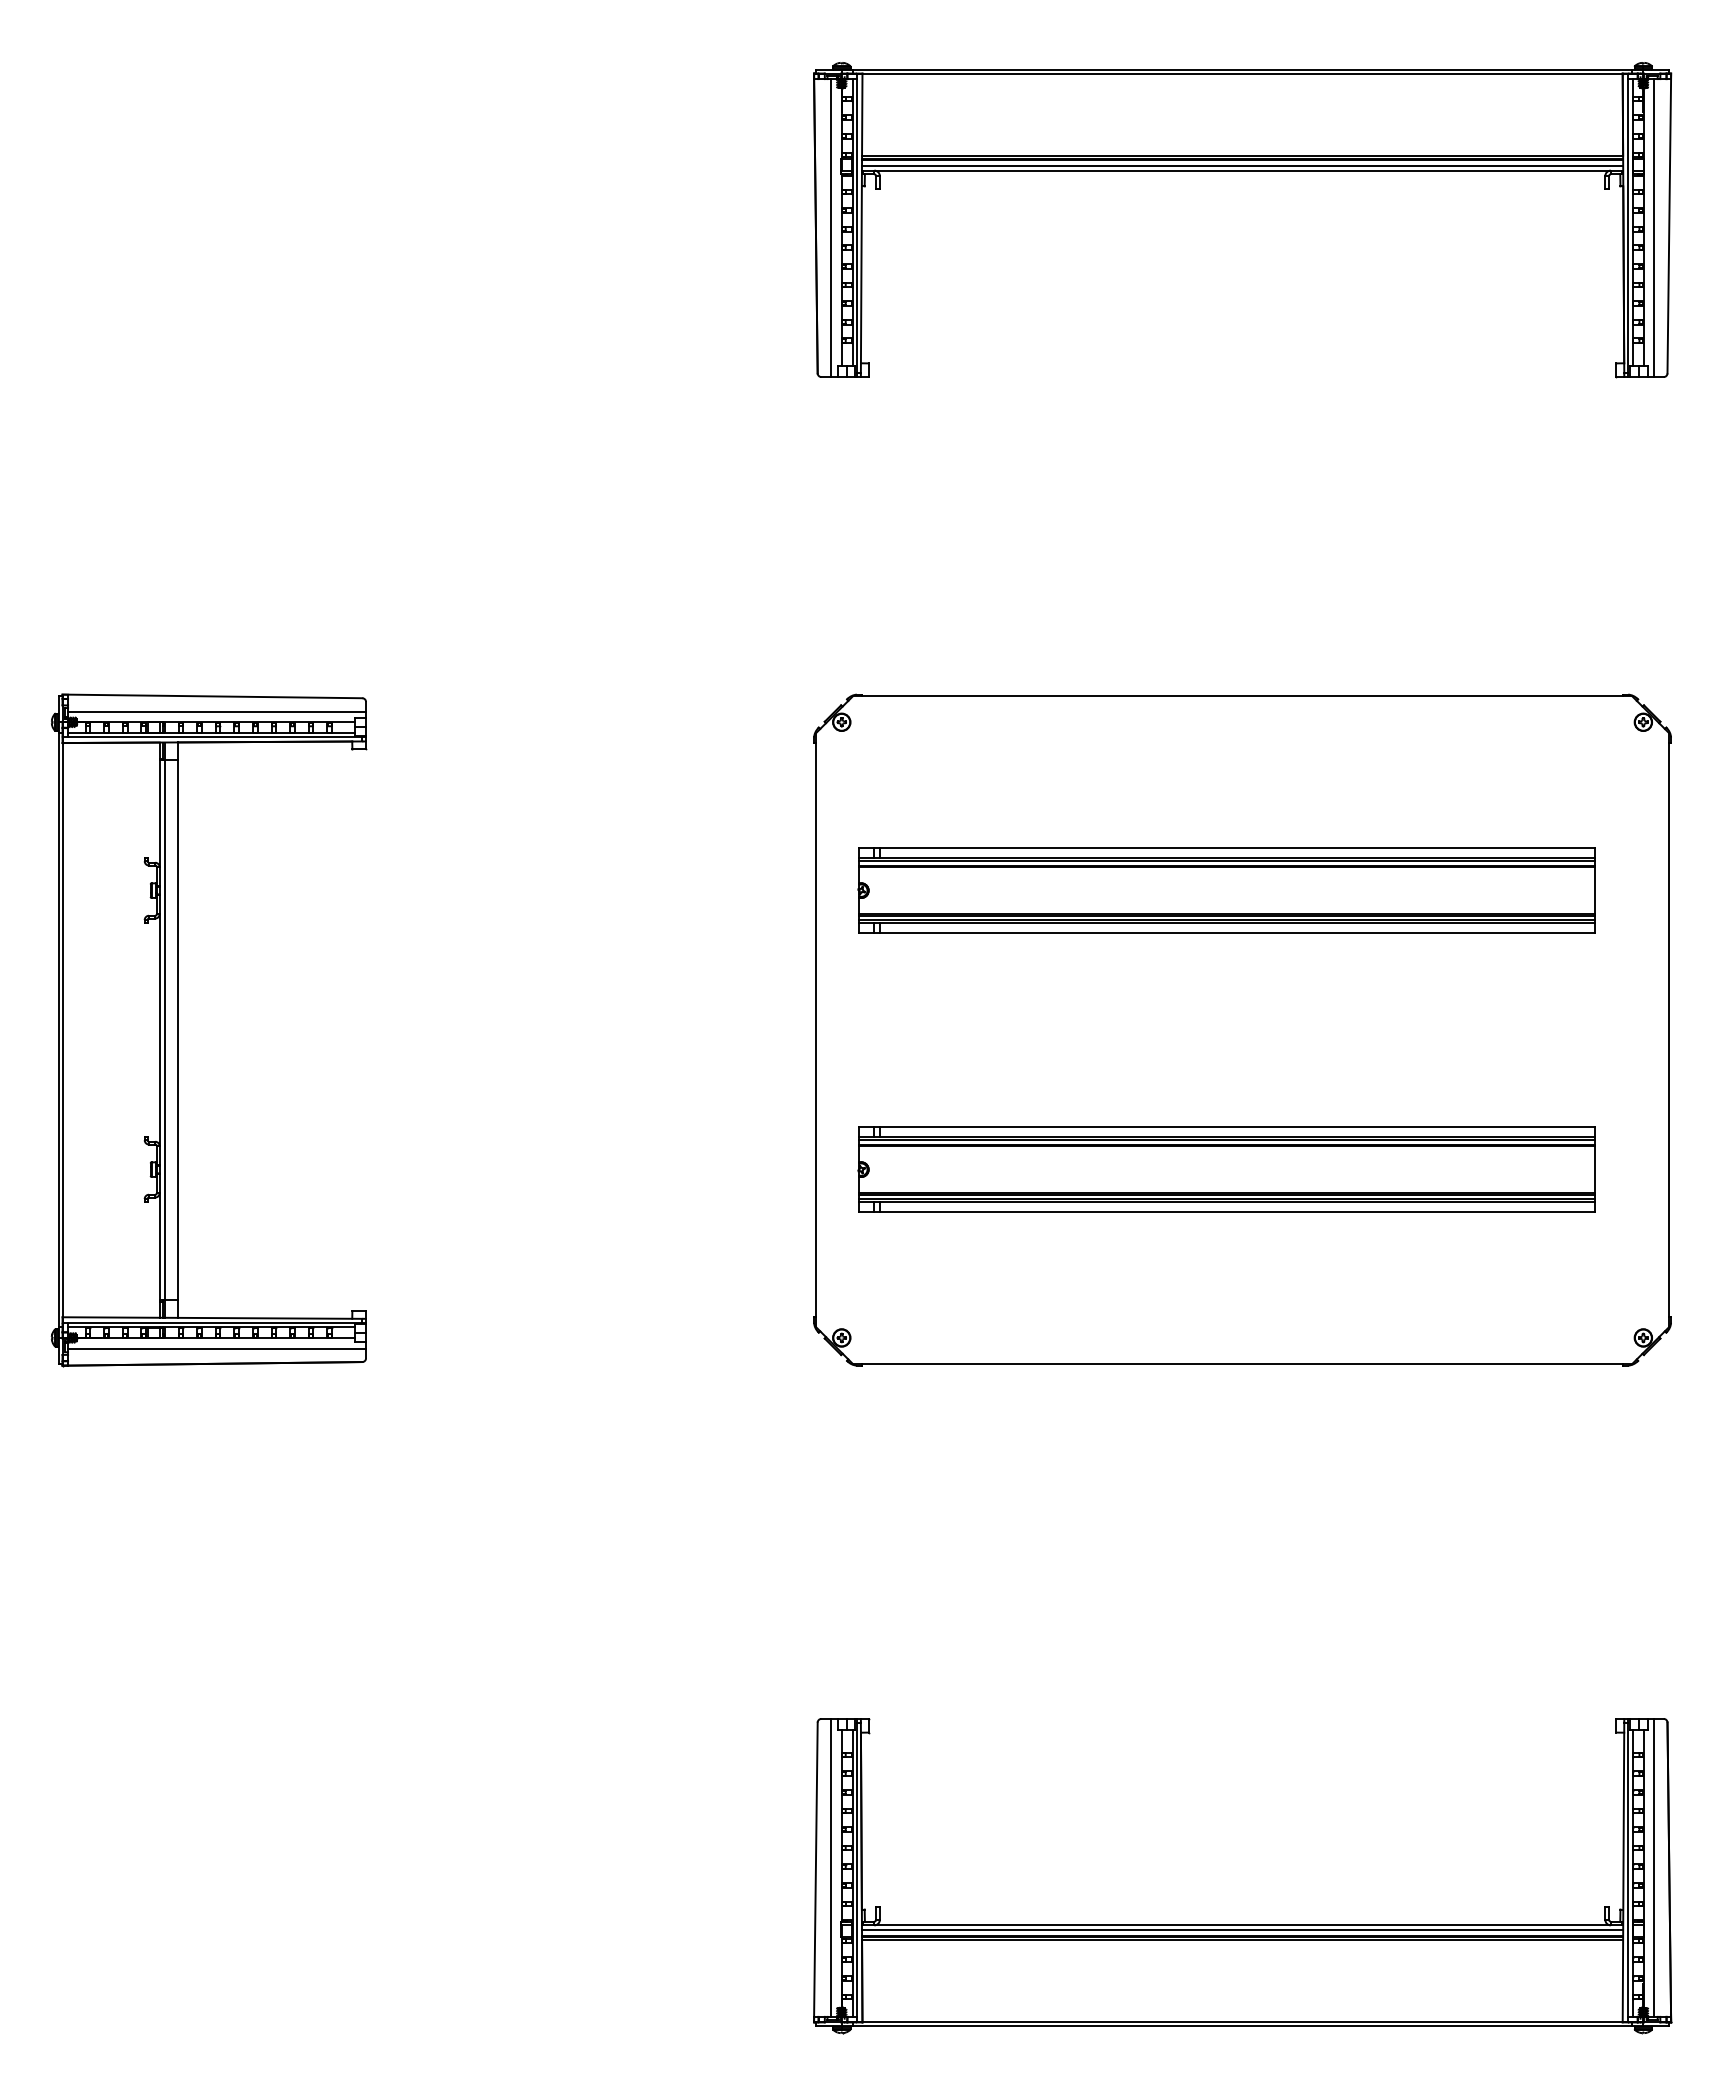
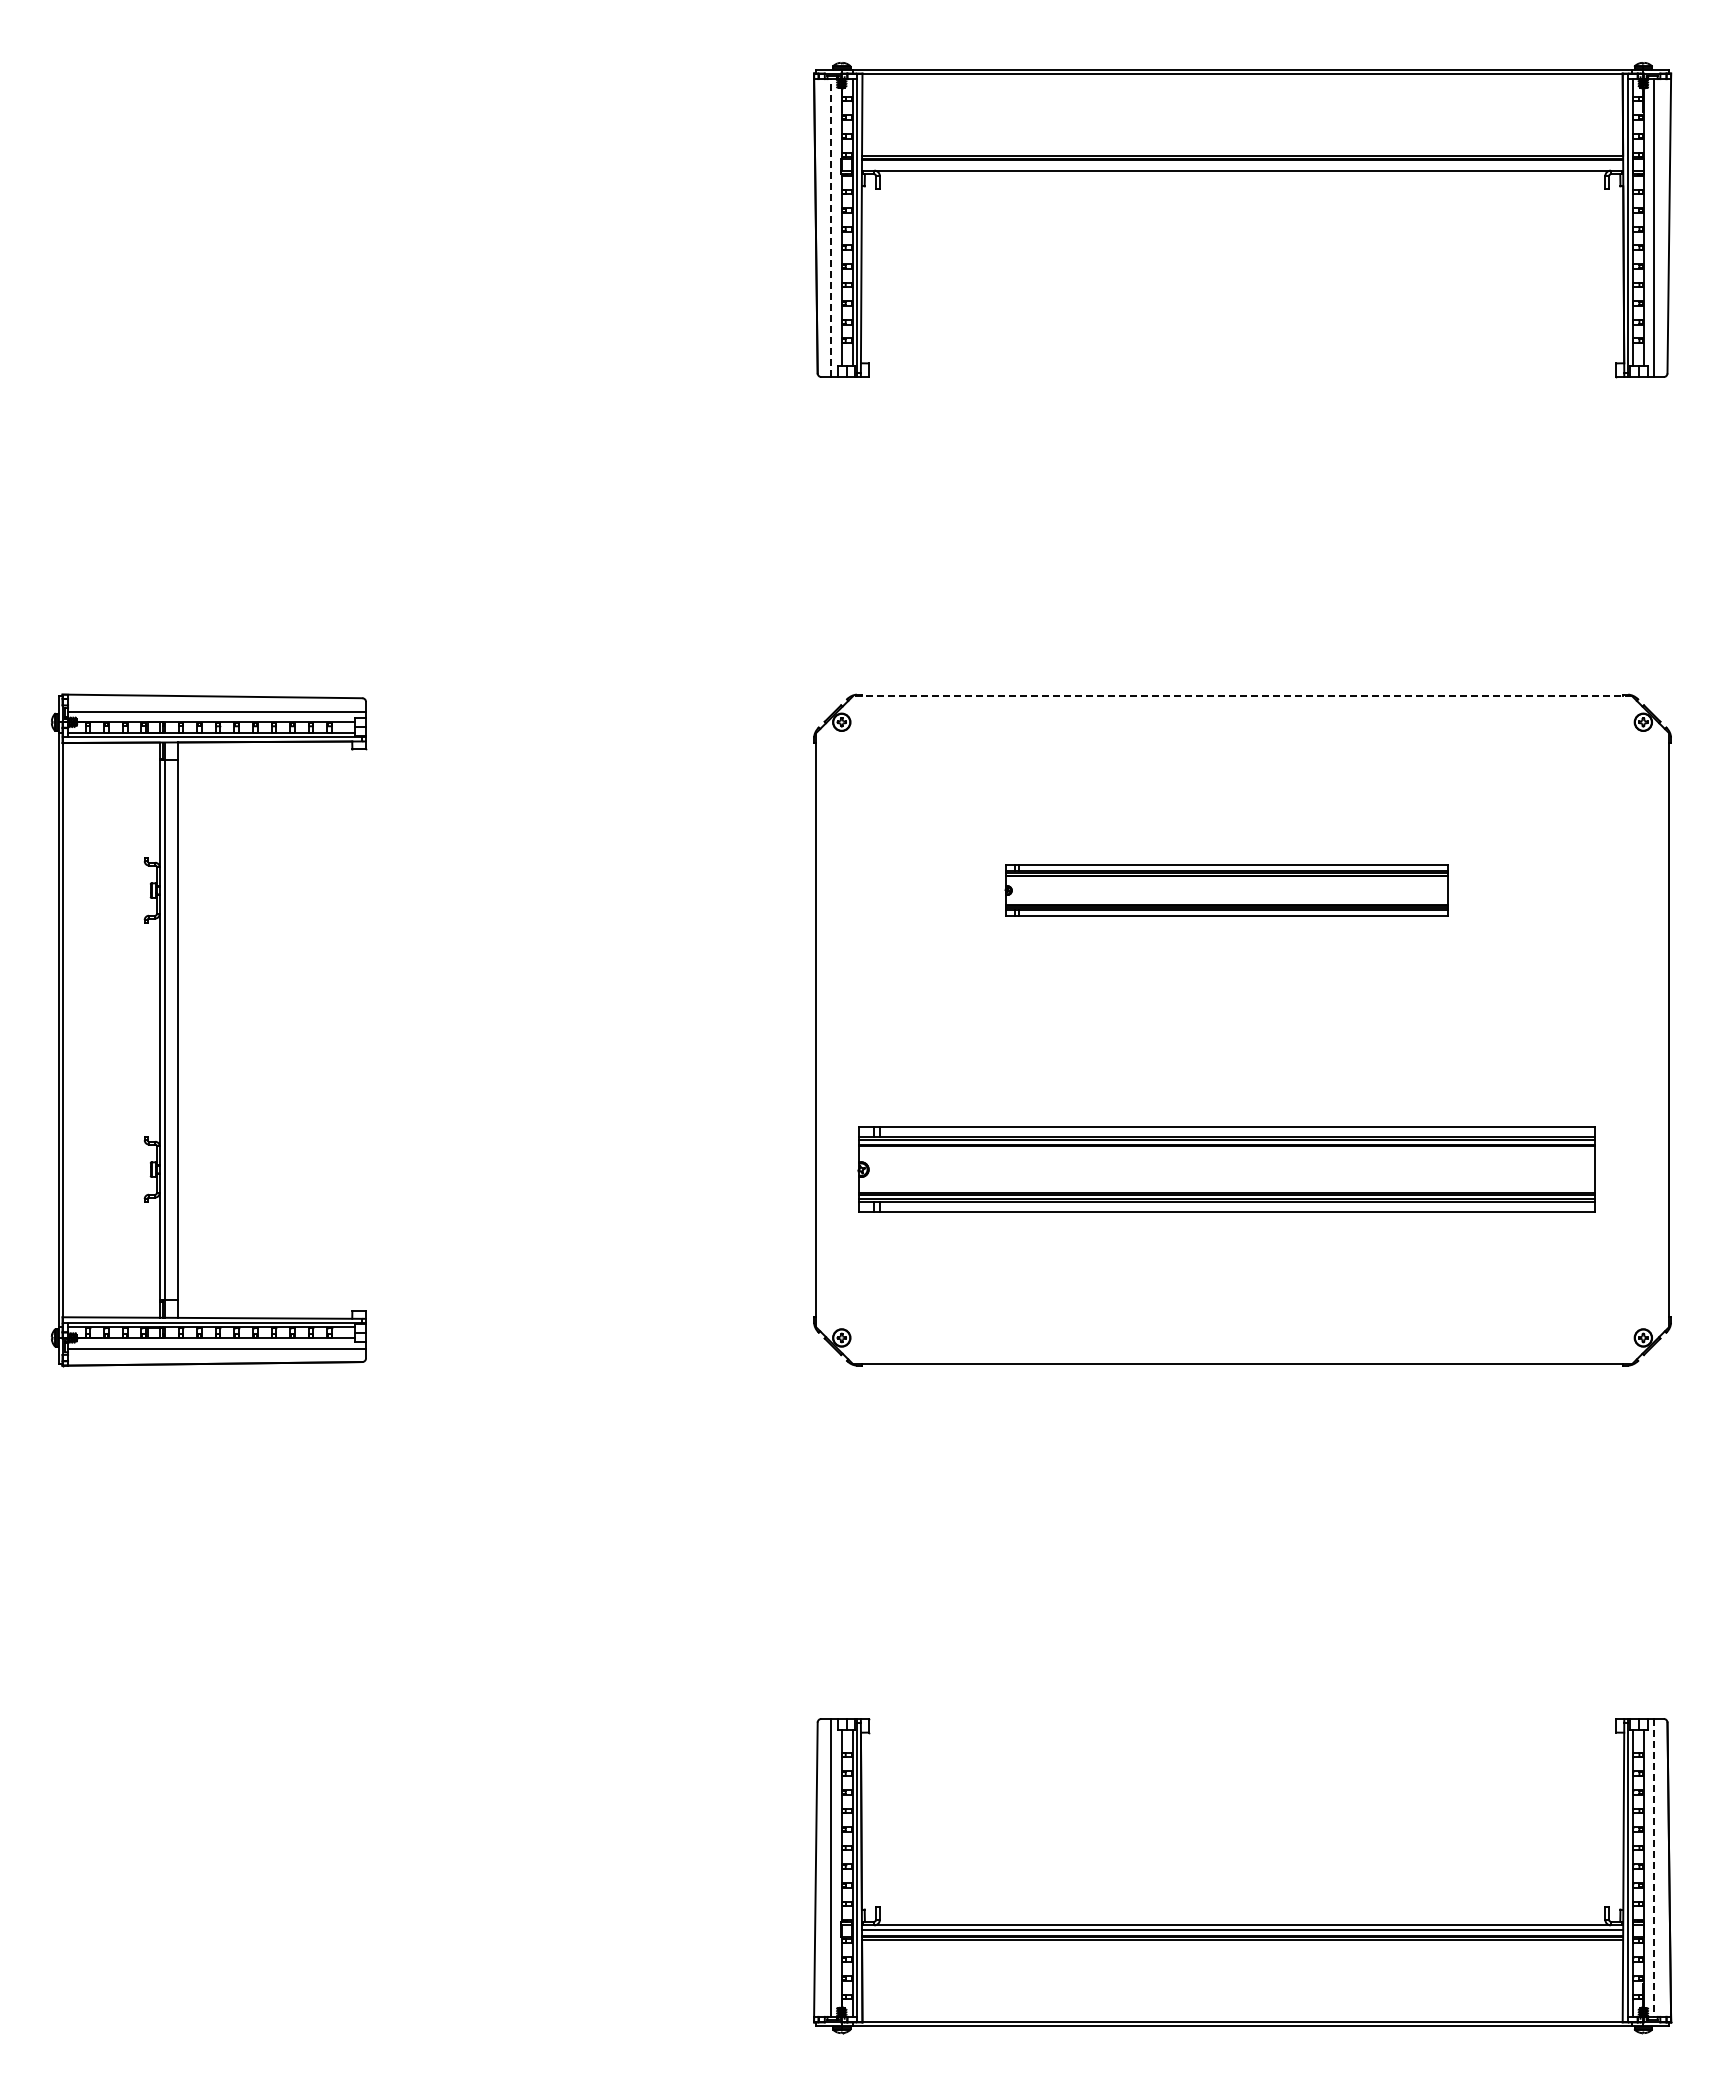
line at (1242, 166): present -> none
line at (831, 228): solid -> dashed
line at (1242, 696): solid -> dashed
part at (1226, 890) size: 739x87 px -> 445x53 px
line at (1654, 1867): solid -> dashed
